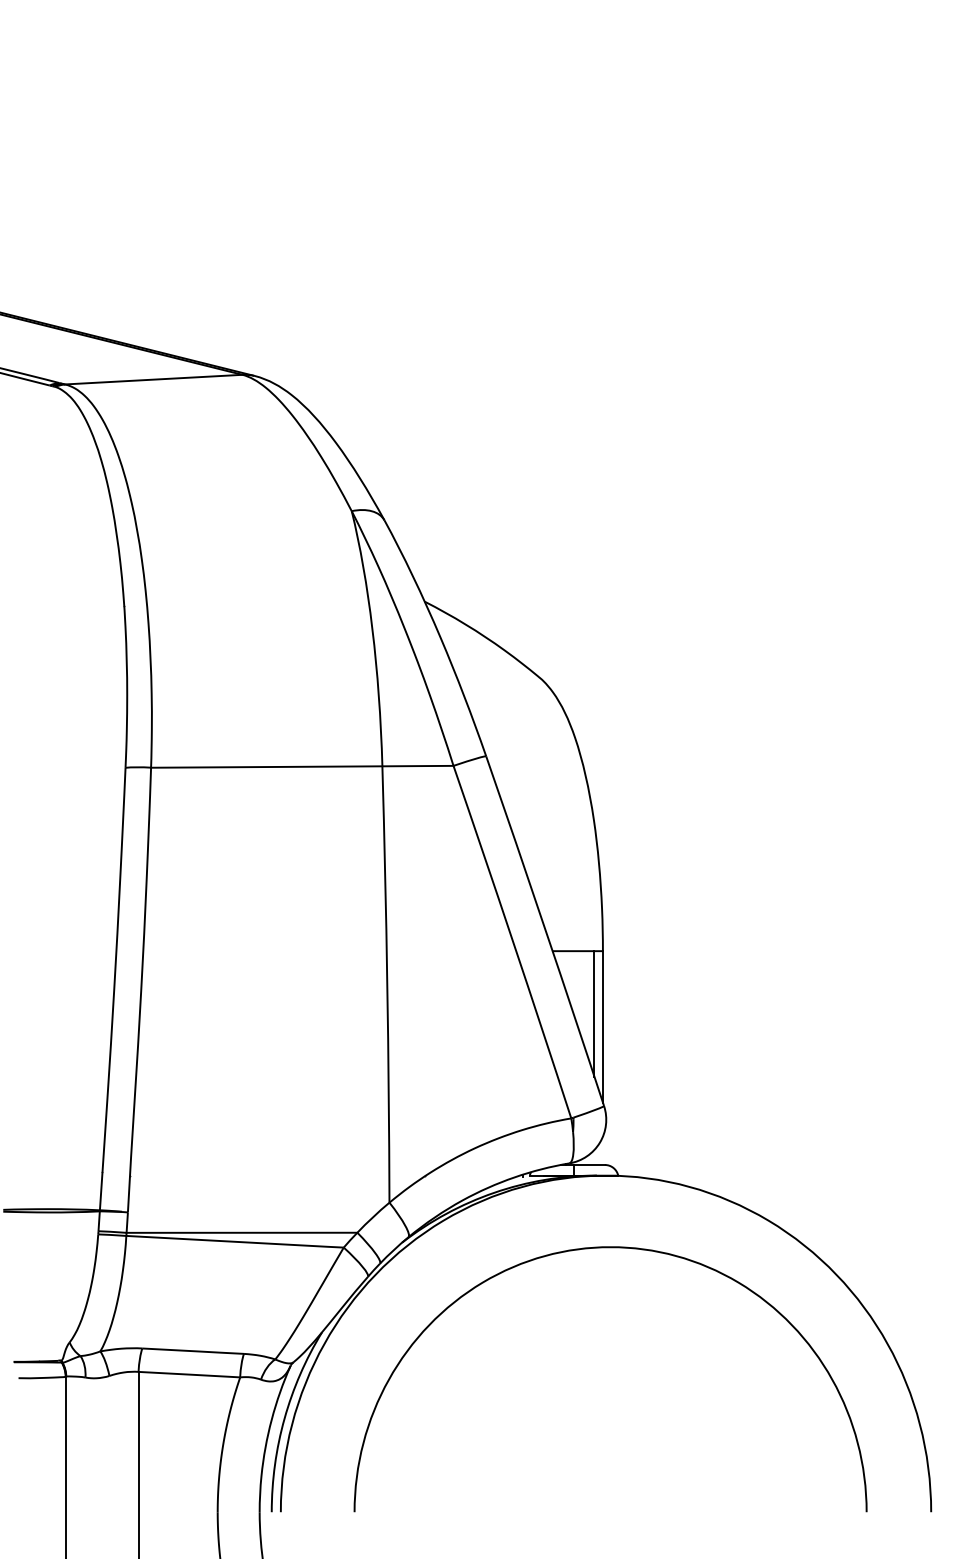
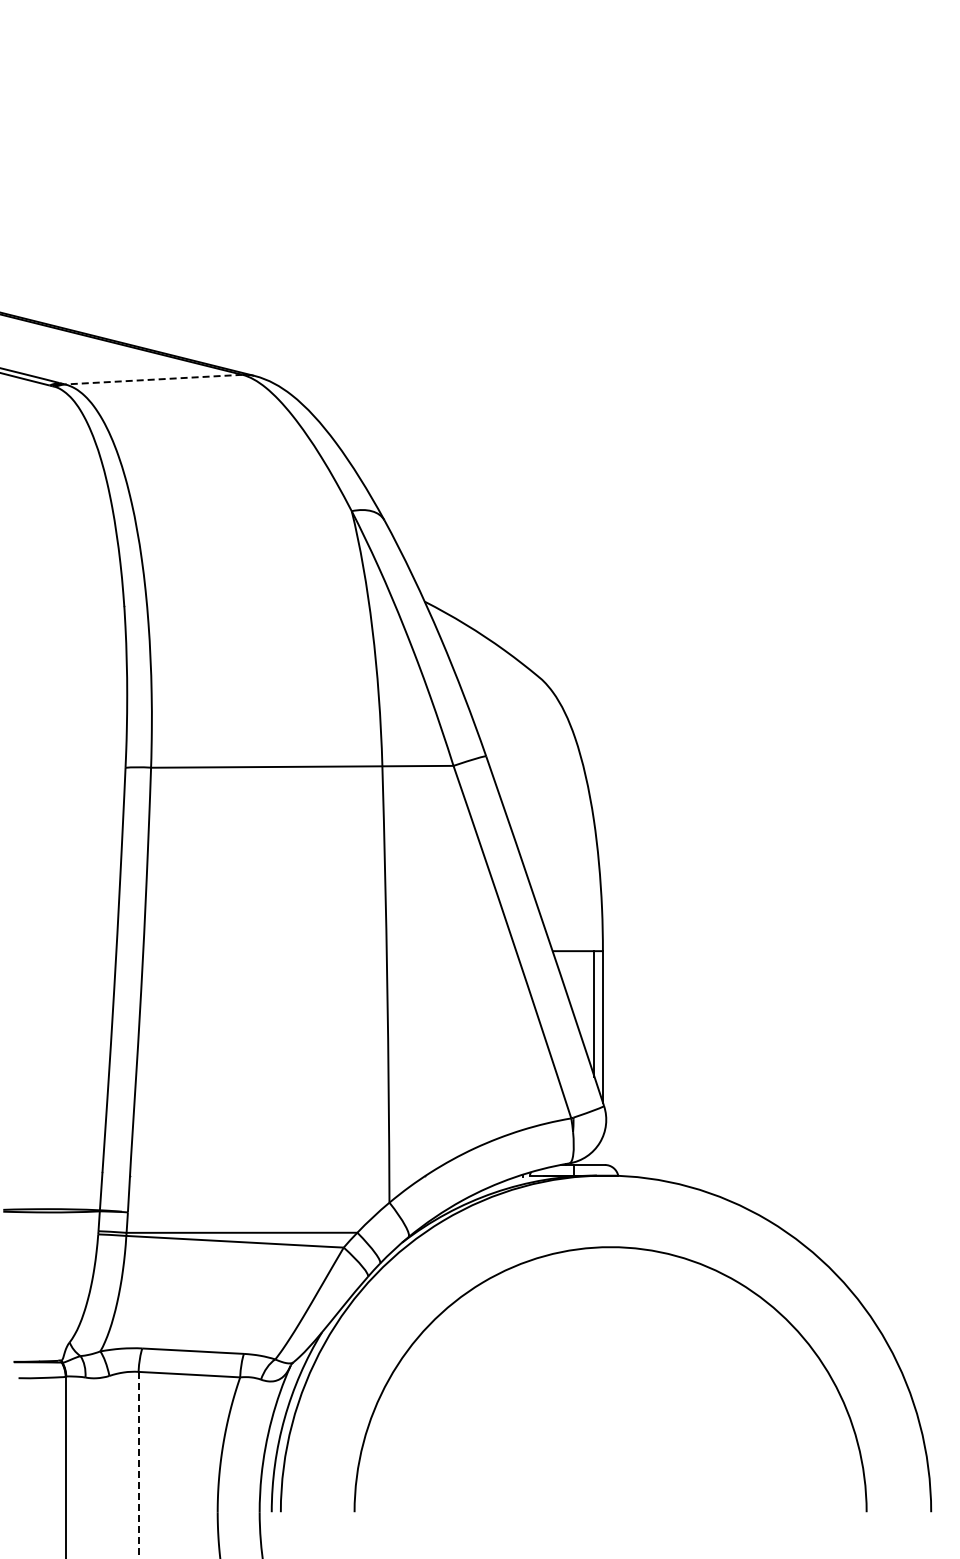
line at (153, 379): solid -> dashed
line at (138, 1465): solid -> dashed
